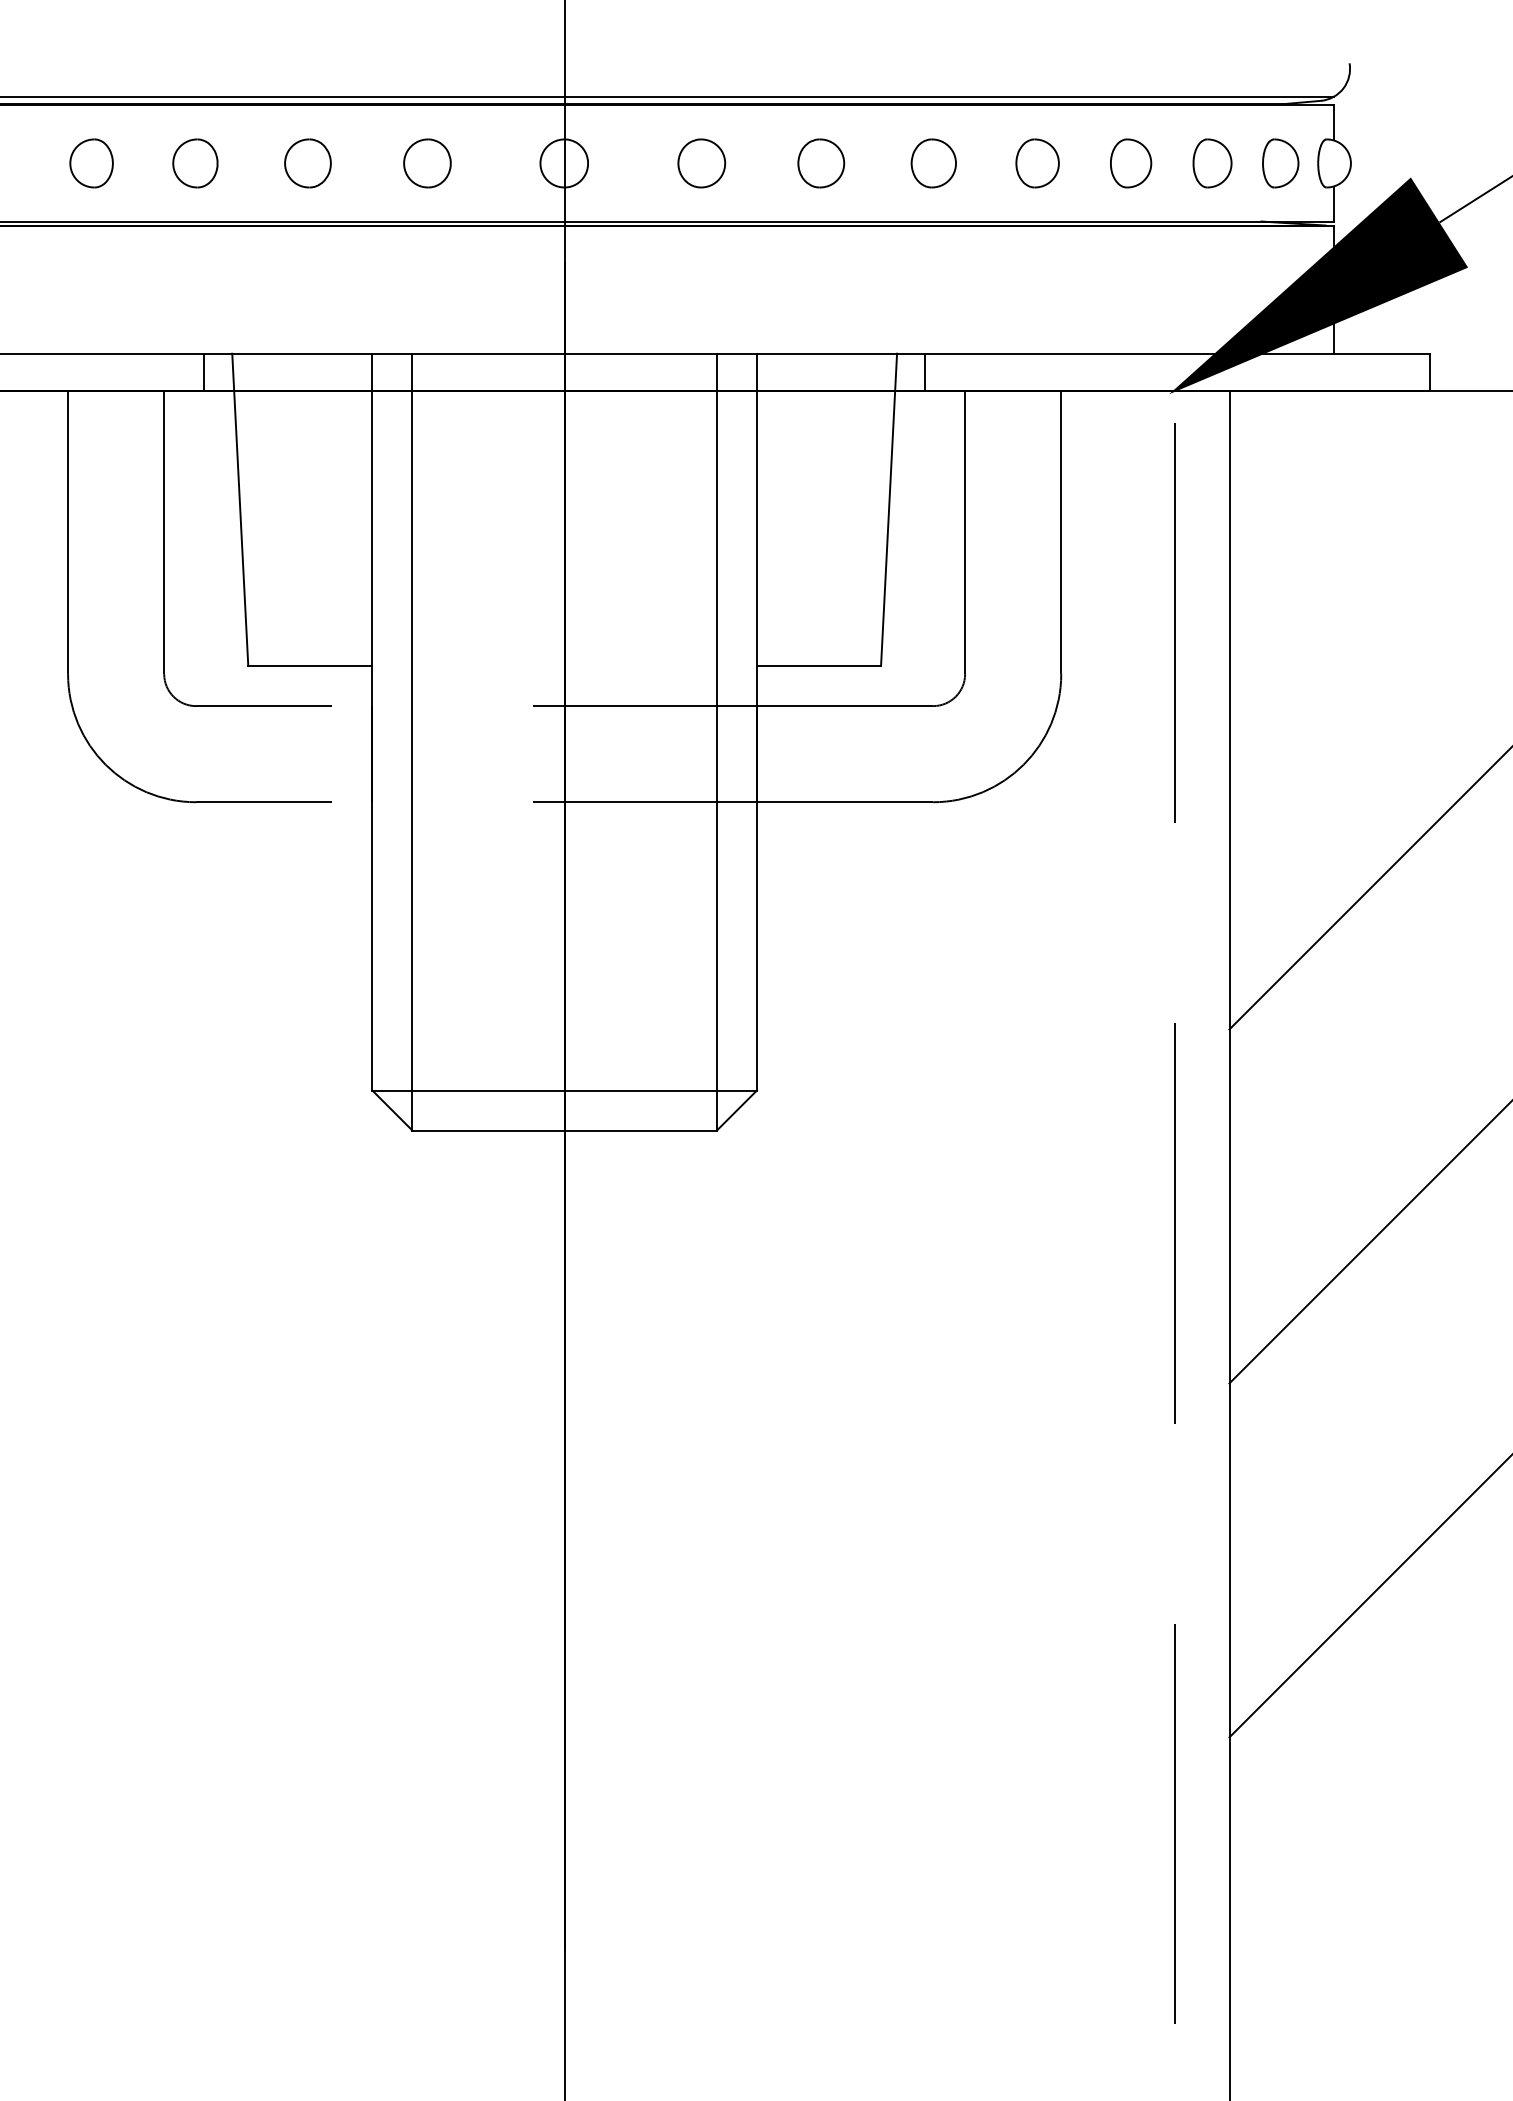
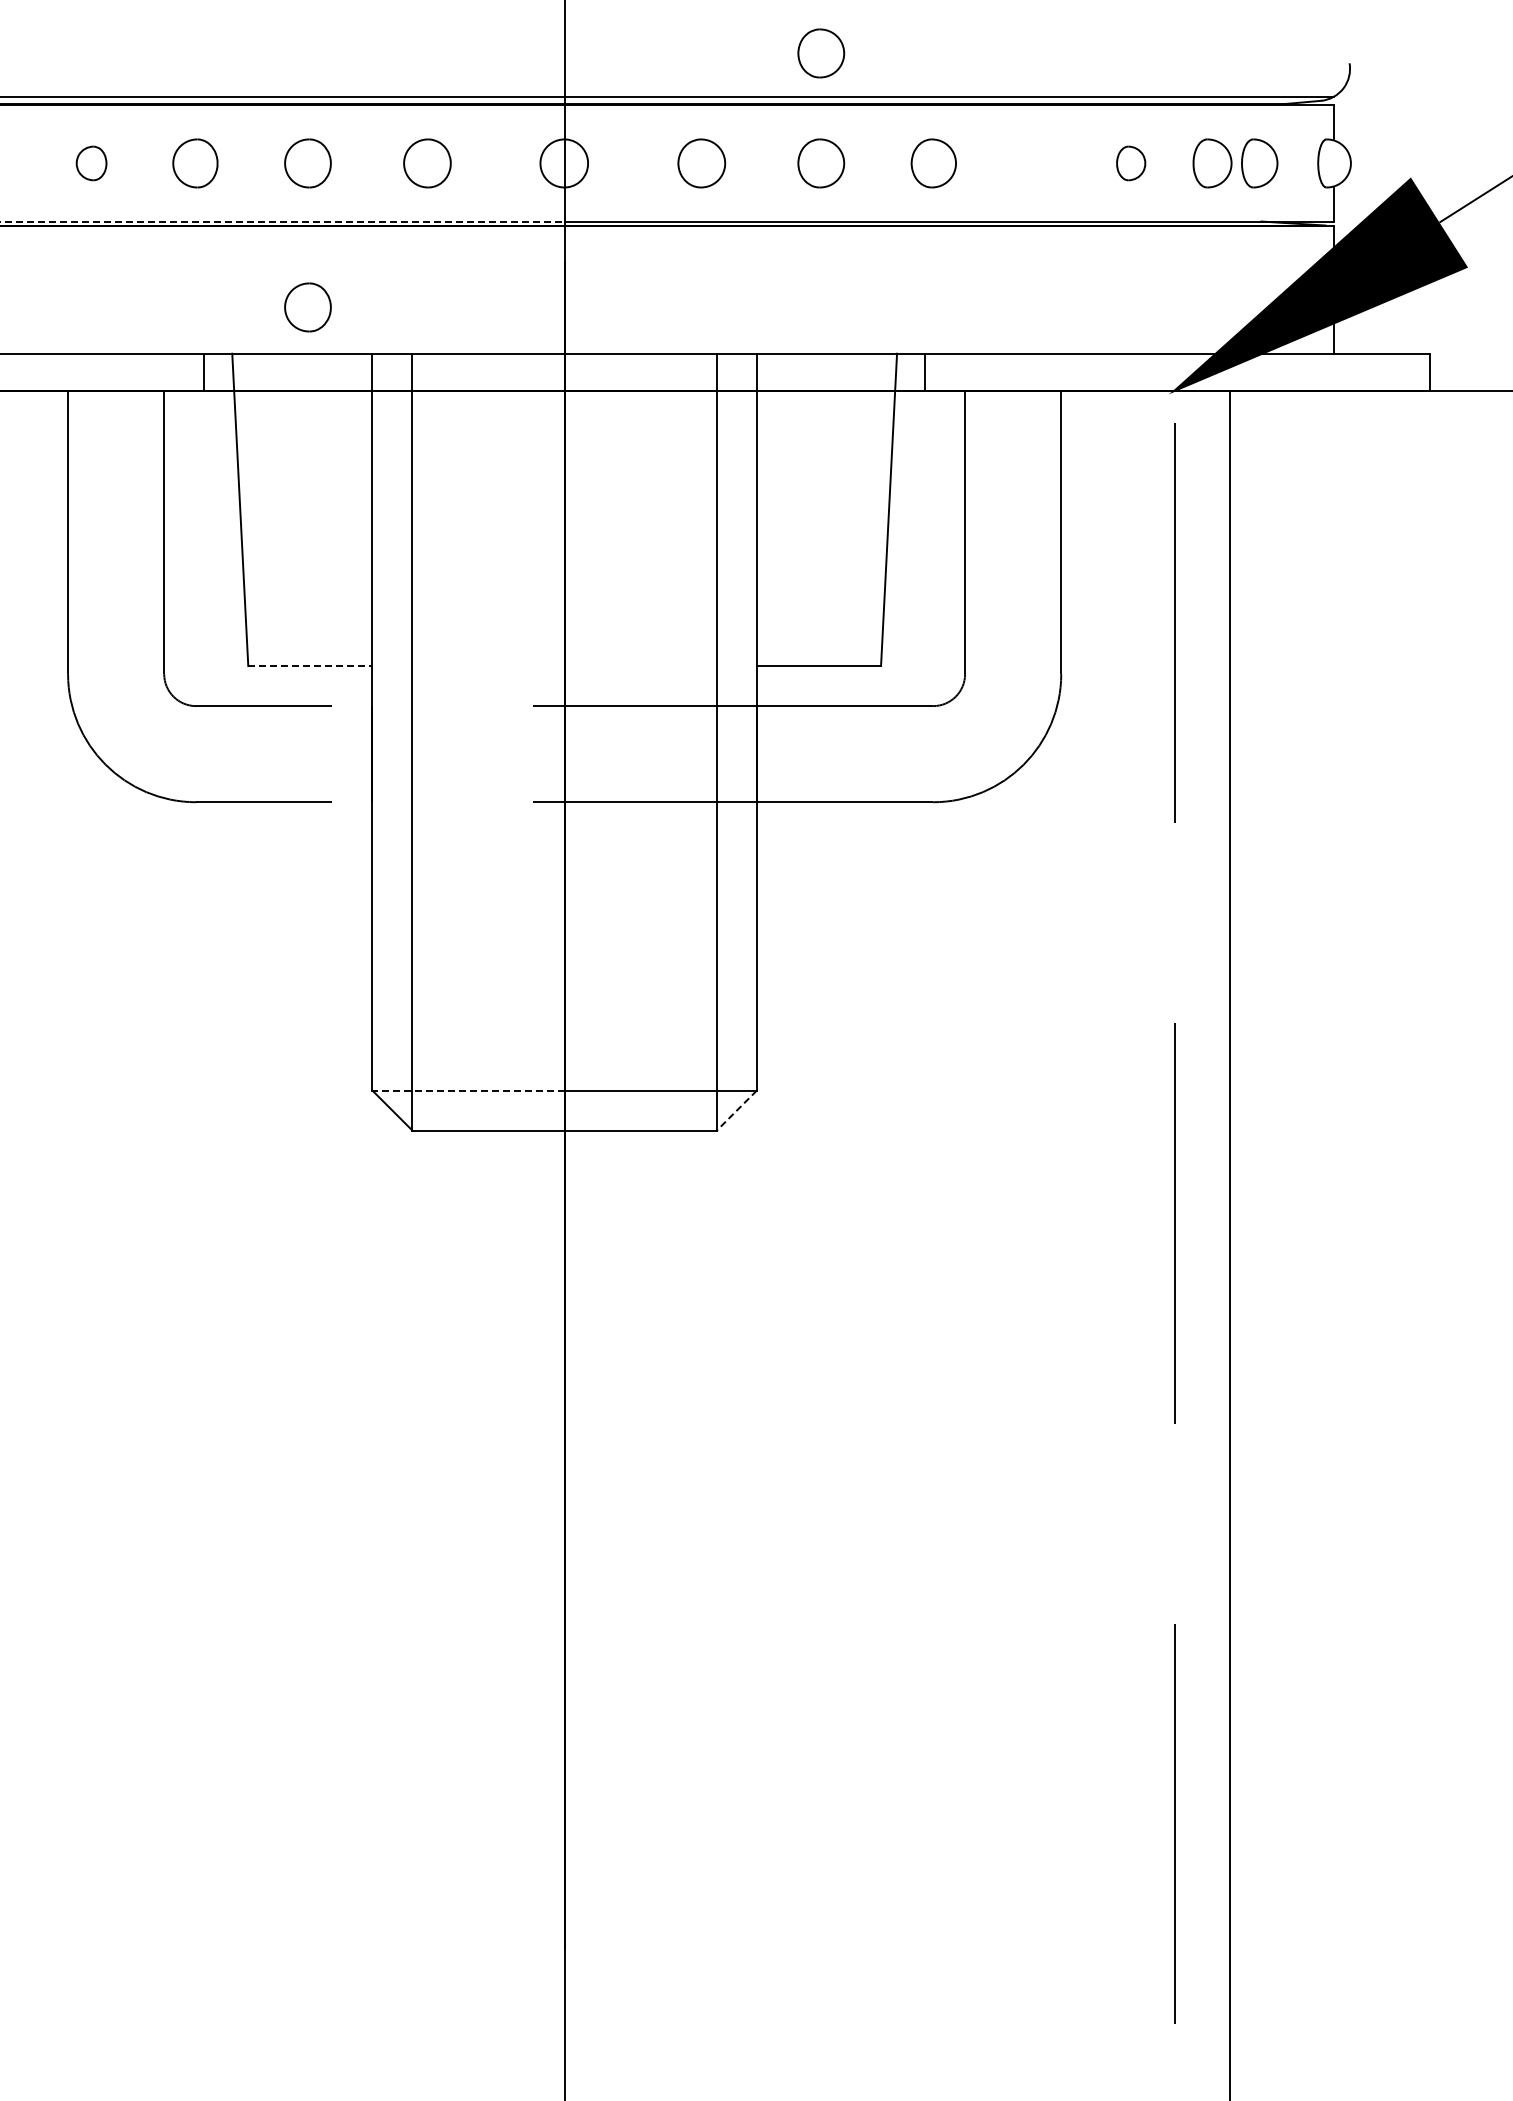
part at (821, 53): none -> present
part at (91, 163) size: 45x51 px -> 33x37 px
part at (1037, 163): present -> none
part at (1131, 163) size: 43x51 px -> 31x37 px
part at (1280, 163) position: (1280, 163) -> (1259, 163)
line at (282, 221): solid -> dashed
part at (307, 307): none -> present
line at (310, 666): solid -> dashed
line at (1369, 889): present -> none
line at (468, 1090): solid -> dashed
line at (736, 1110): solid -> dashed
line at (1369, 1243): present -> none
line at (1369, 1597): present -> none
